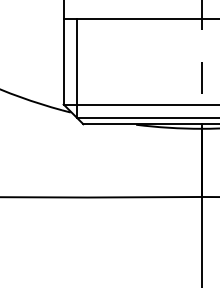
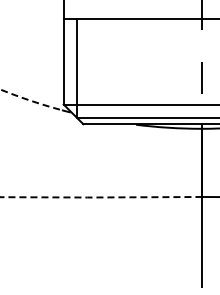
arc at (30, 100): solid -> dashed
line at (100, 197): solid -> dashed
